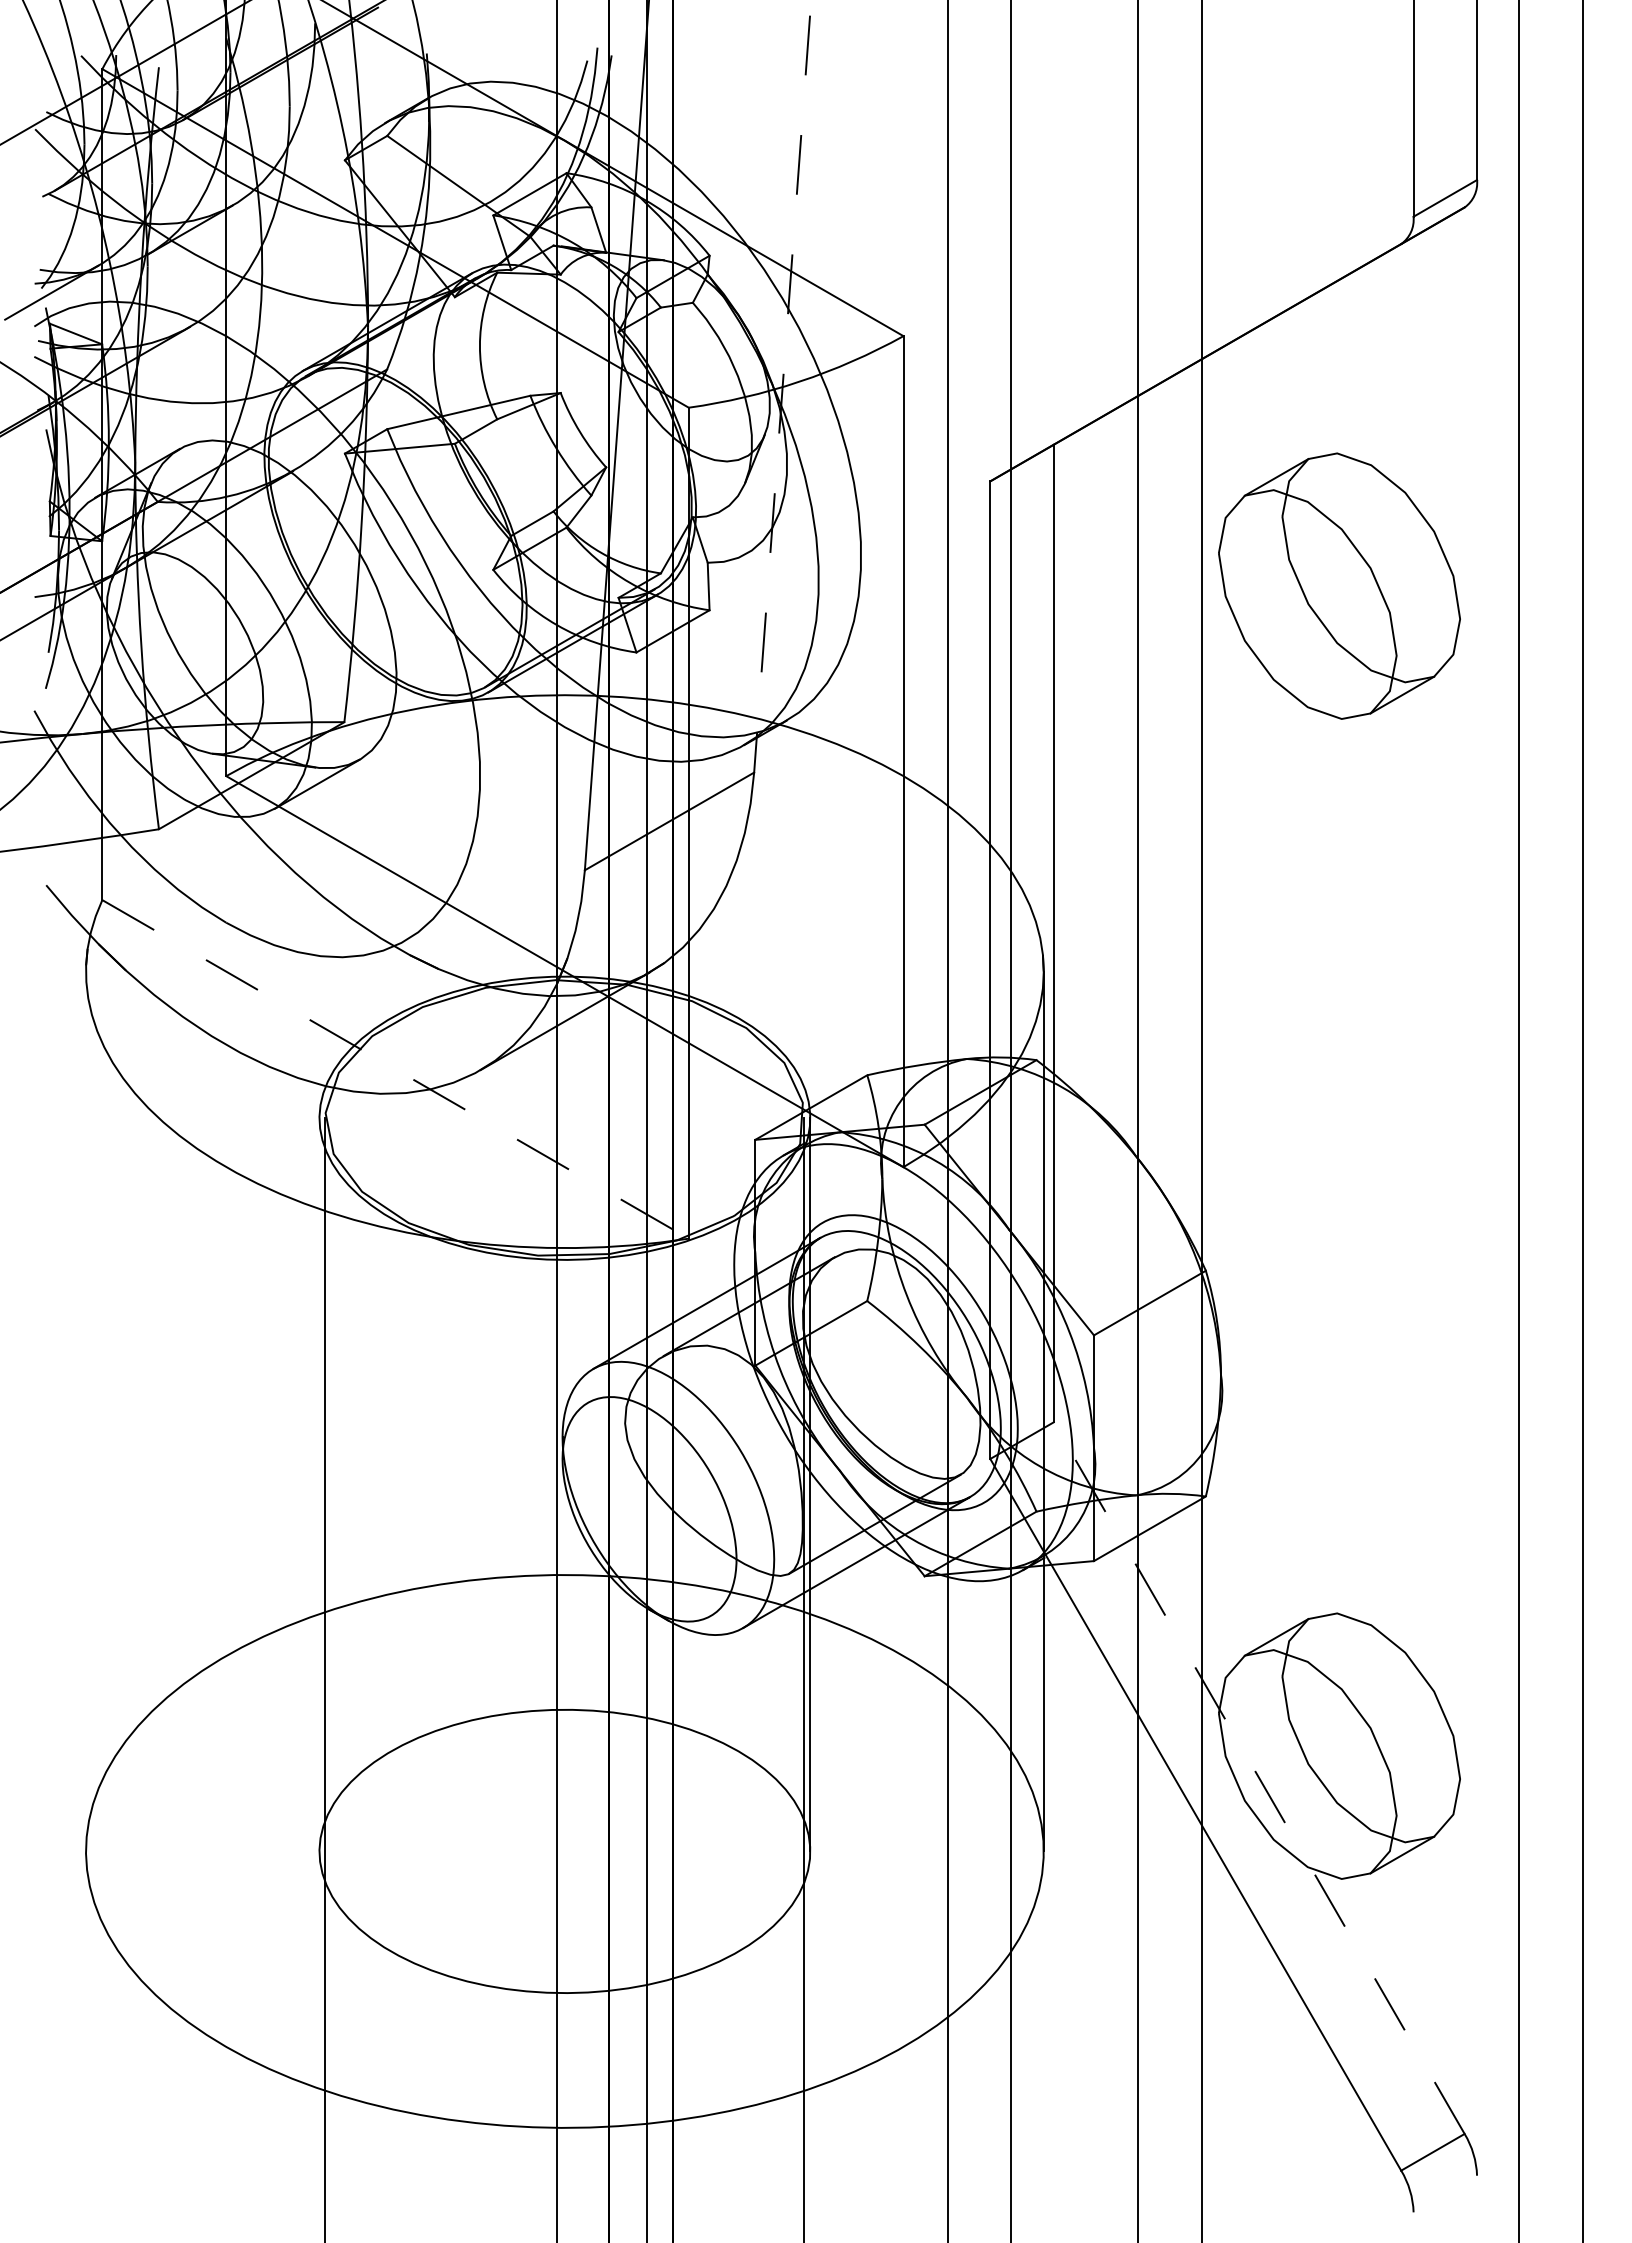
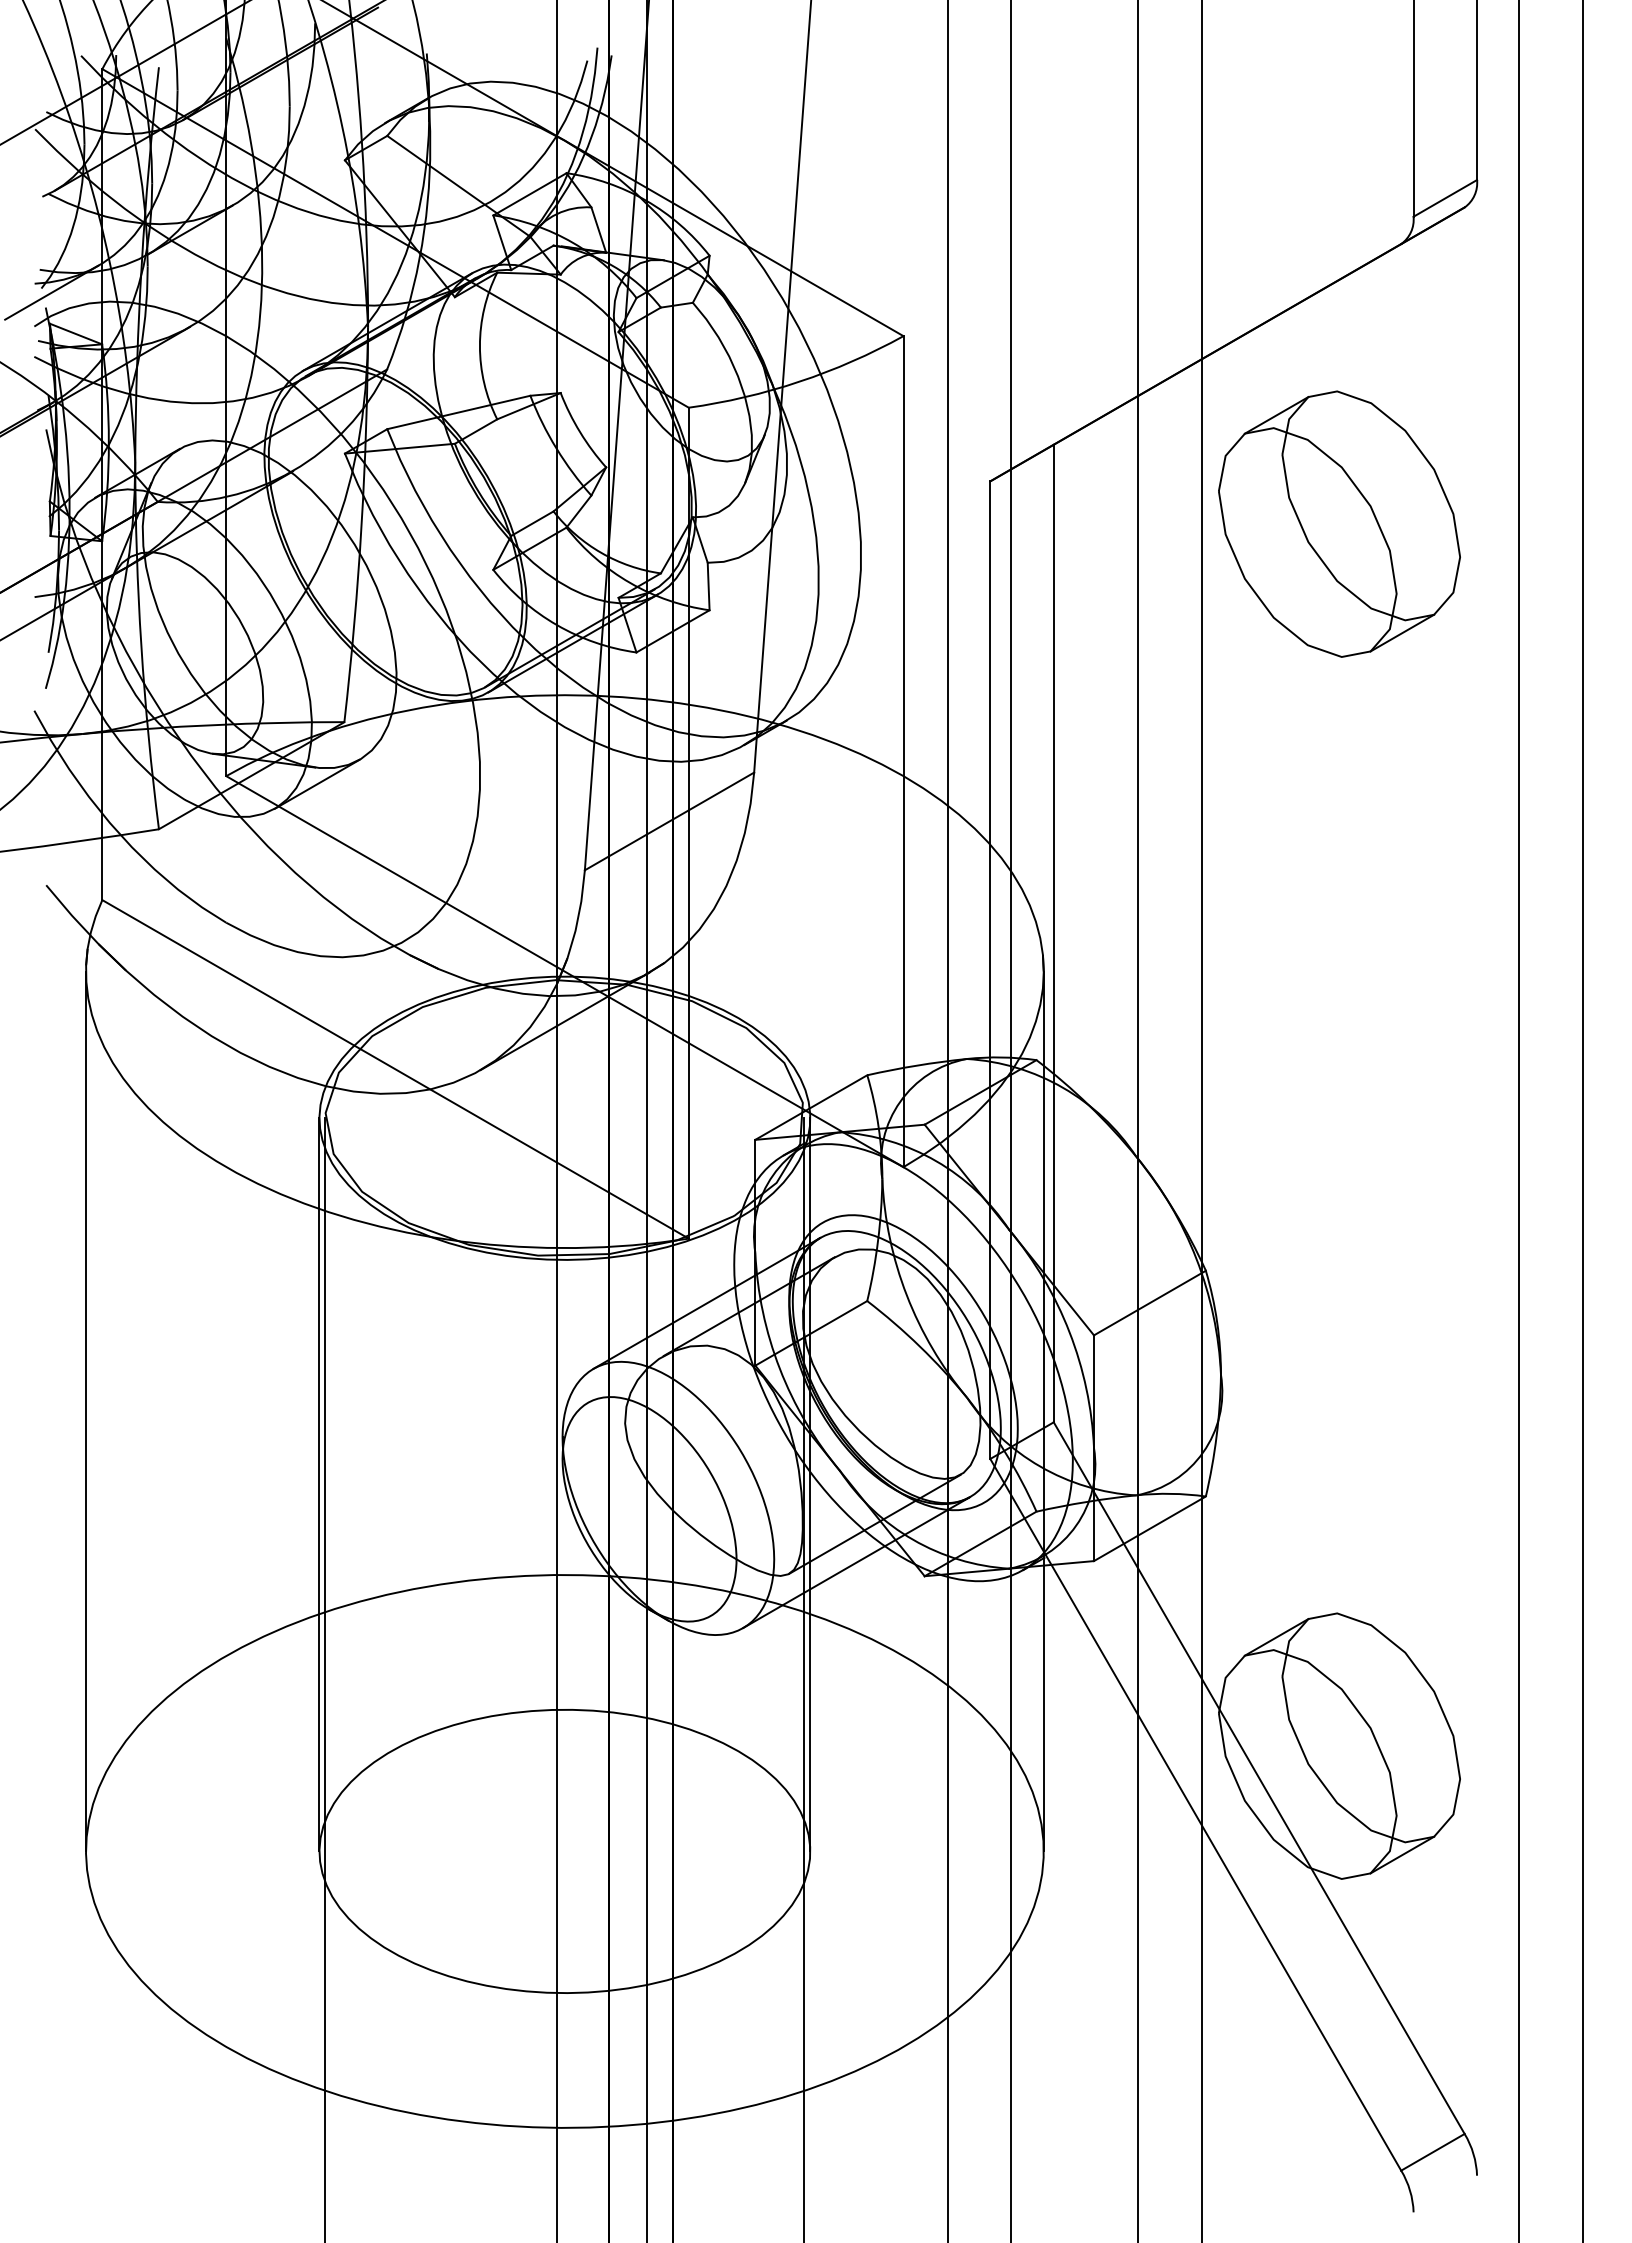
line at (782, 386): dashed -> solid
part at (1339, 585) position: (1339, 585) -> (1339, 523)
line at (395, 1069): dashed -> solid
line at (86, 1411): none -> present
line at (319, 1484): none -> present
line at (1259, 1778): dashed -> solid
